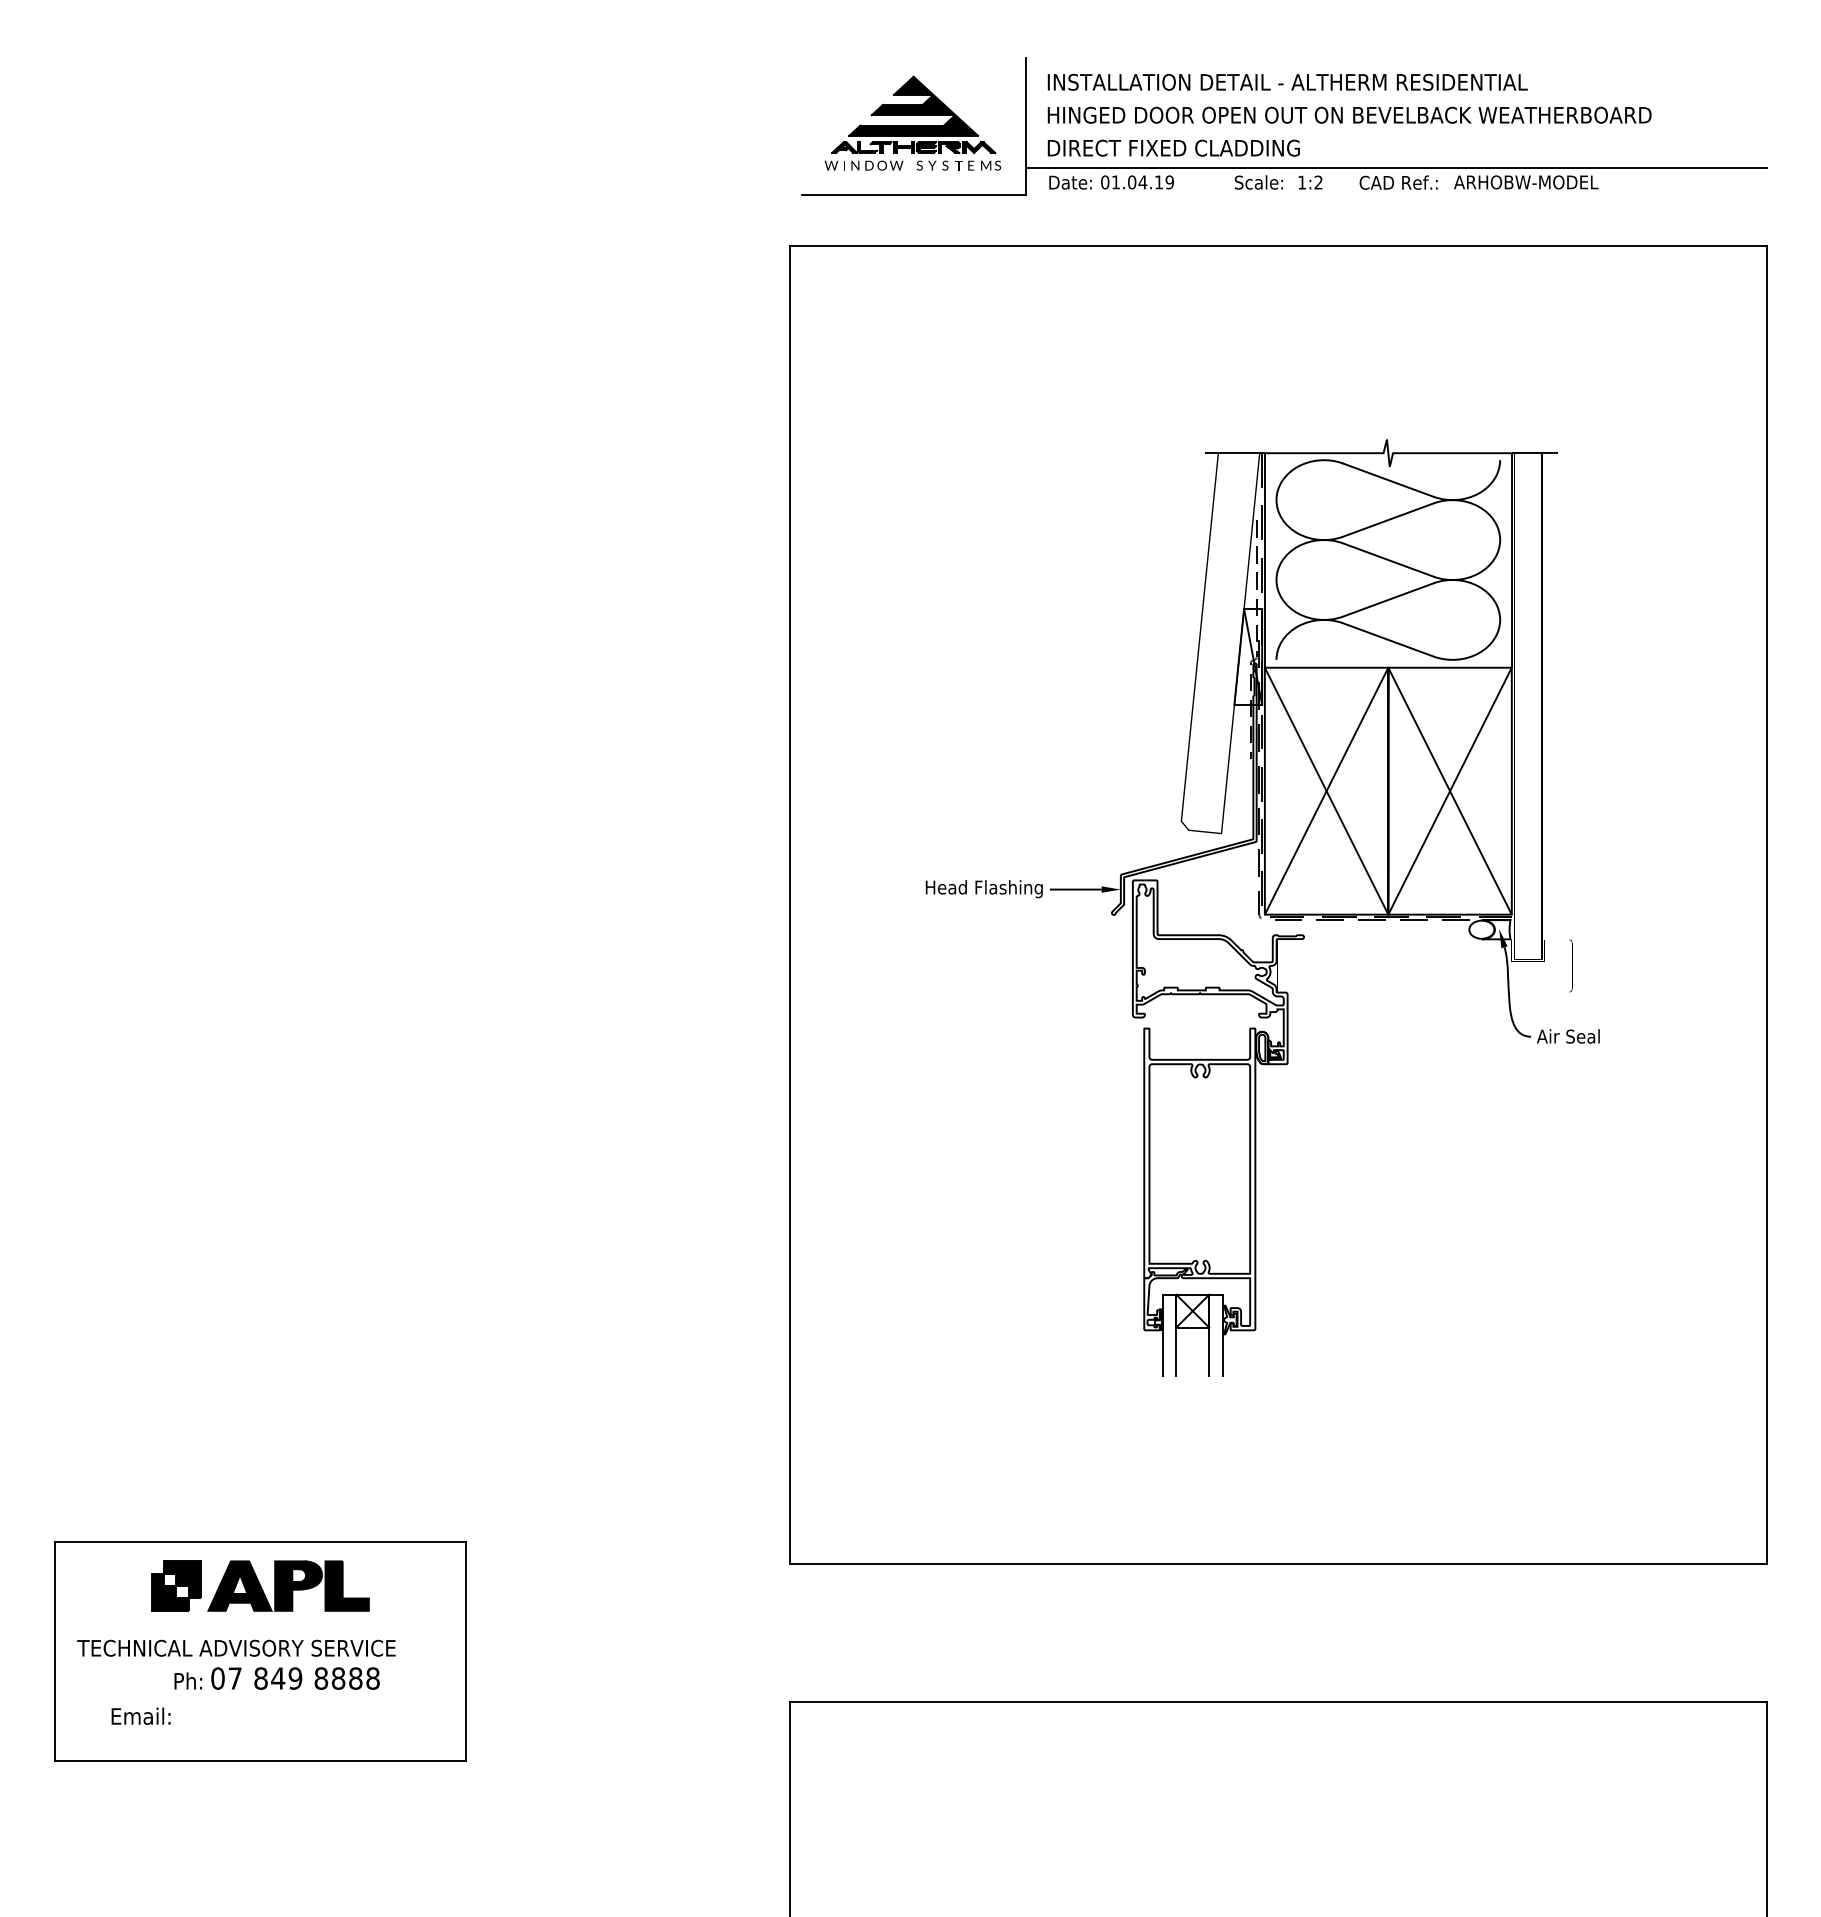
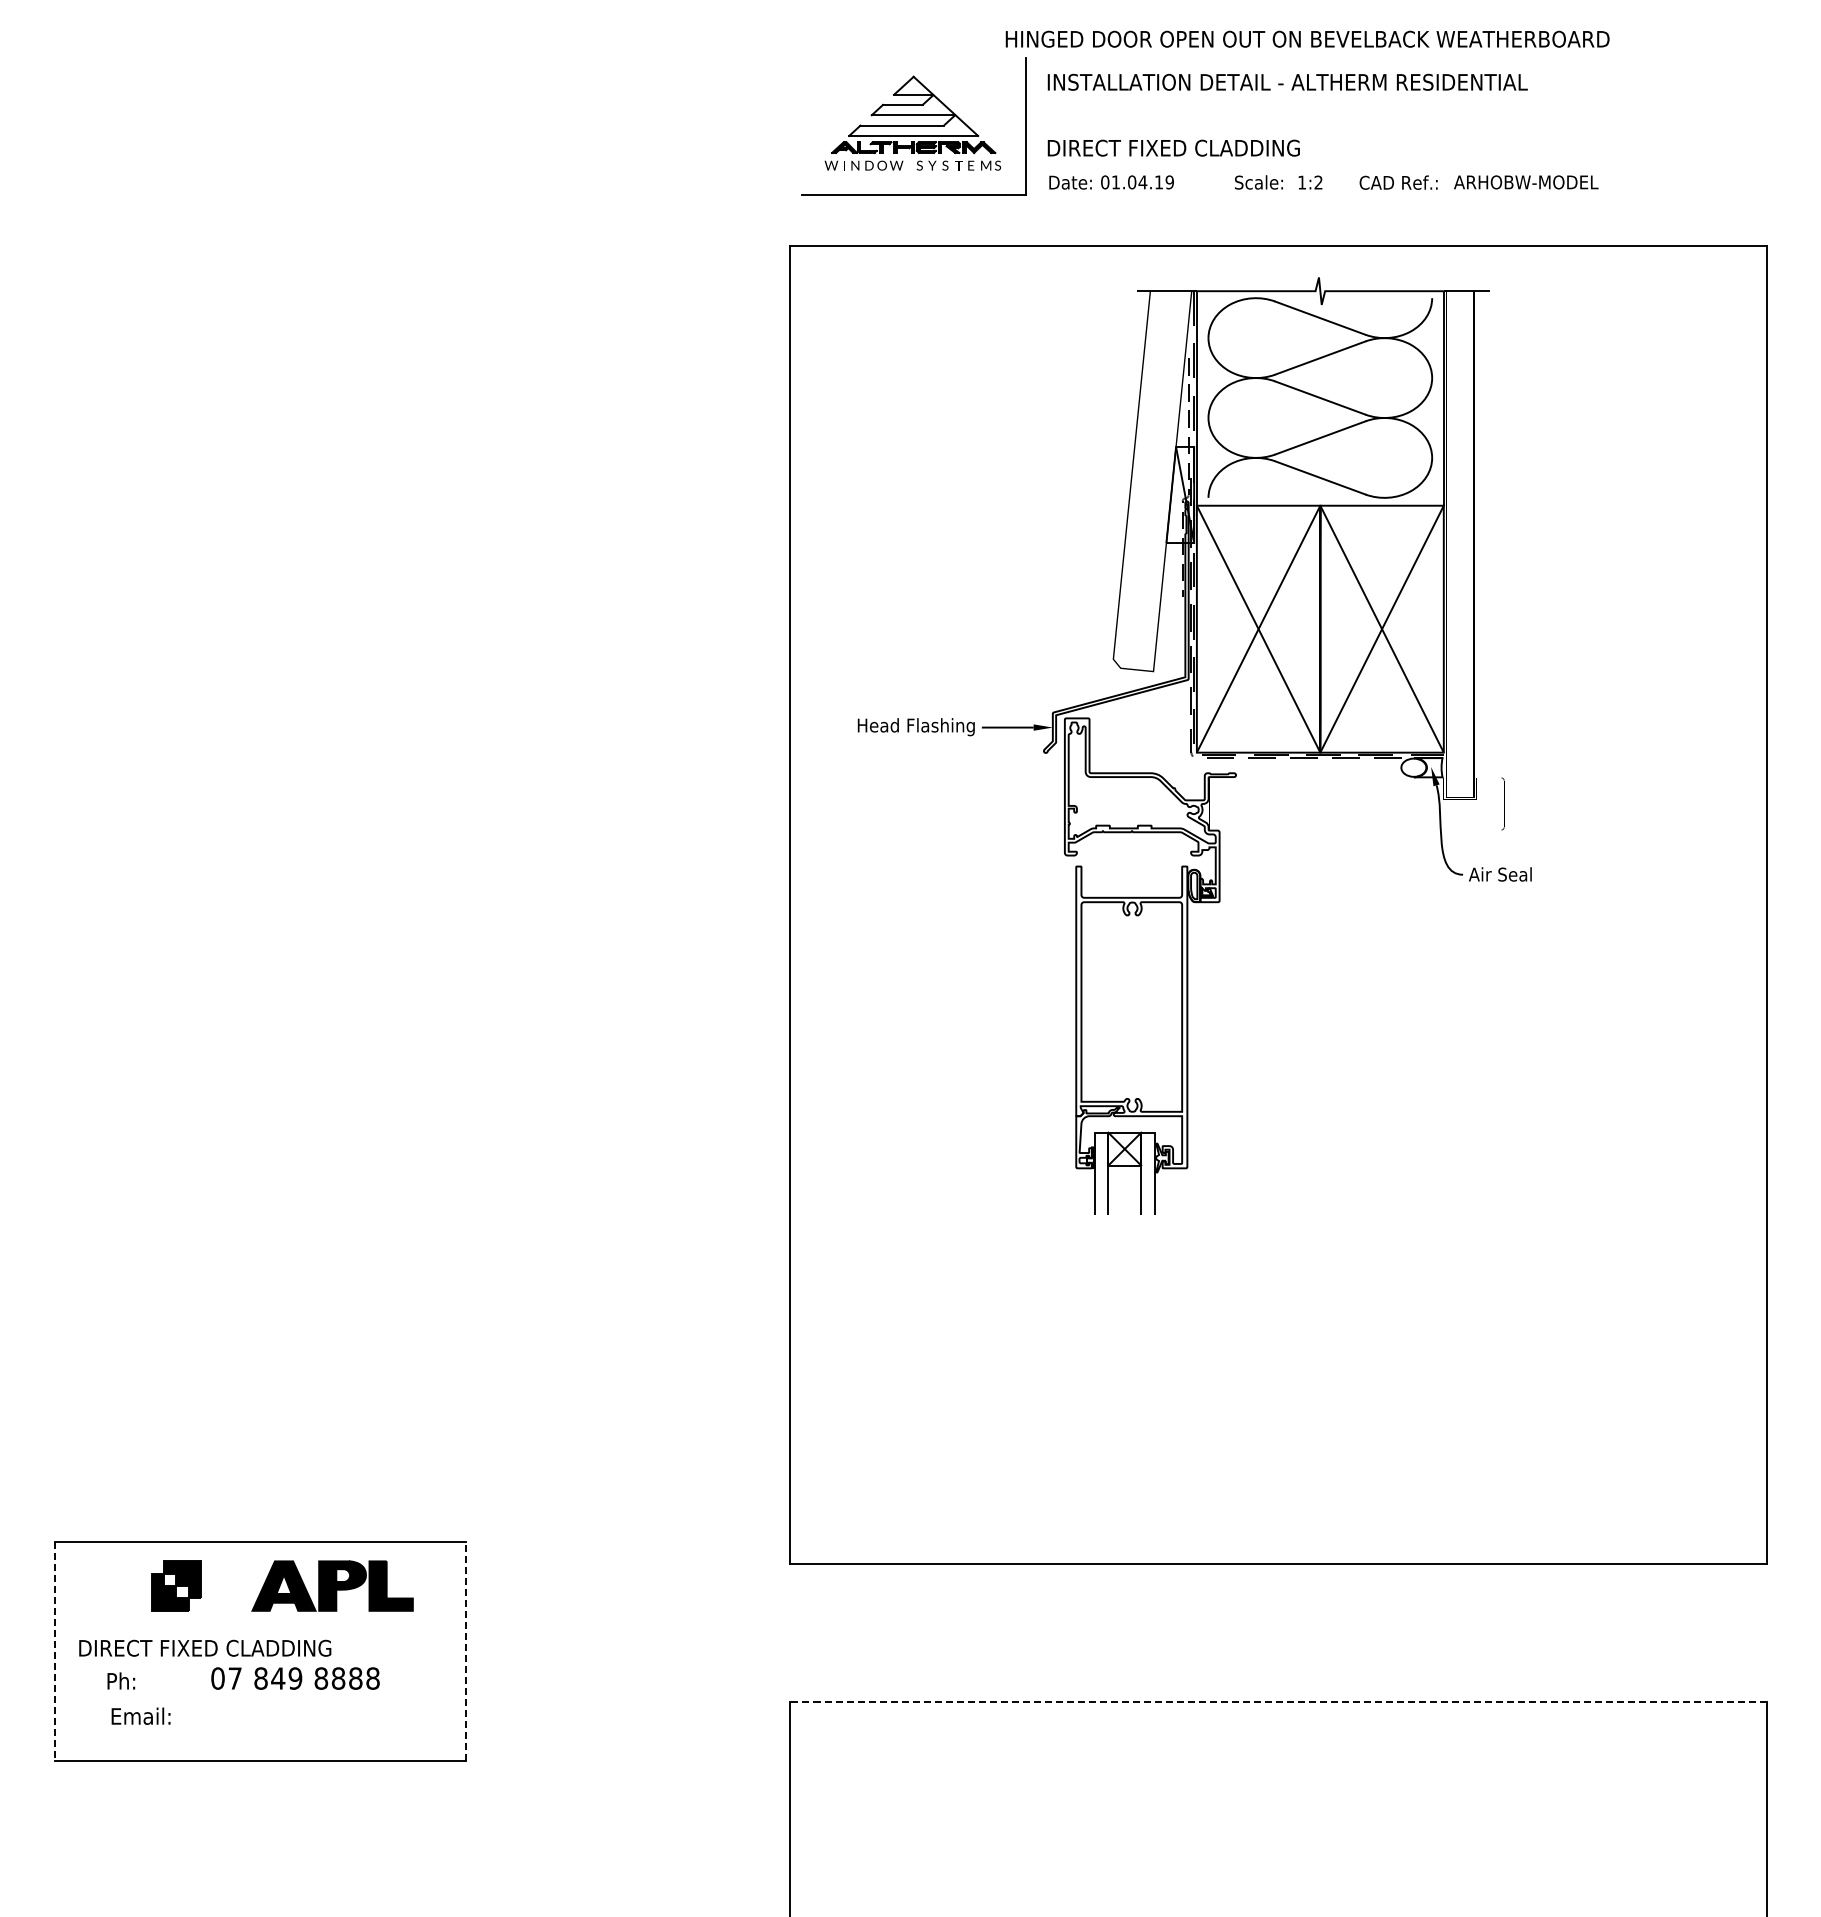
fill at (913, 105): present -> none
text at (1349, 114) position: (1349, 114) -> (1307, 38)
line at (1395, 167): present -> none
part at (1262, 907) position: (1262, 907) -> (1194, 745)
part at (288, 1585) position: (288, 1585) -> (332, 1585)
text at (236, 1647): TECHNICAL ADVISORY SERVICE -> DIRECT FIXED CLADDING
line at (54, 1651): solid -> dashed
line at (466, 1651): solid -> dashed
text at (188, 1680) position: (188, 1680) -> (121, 1680)
line at (1277, 1702): solid -> dashed
